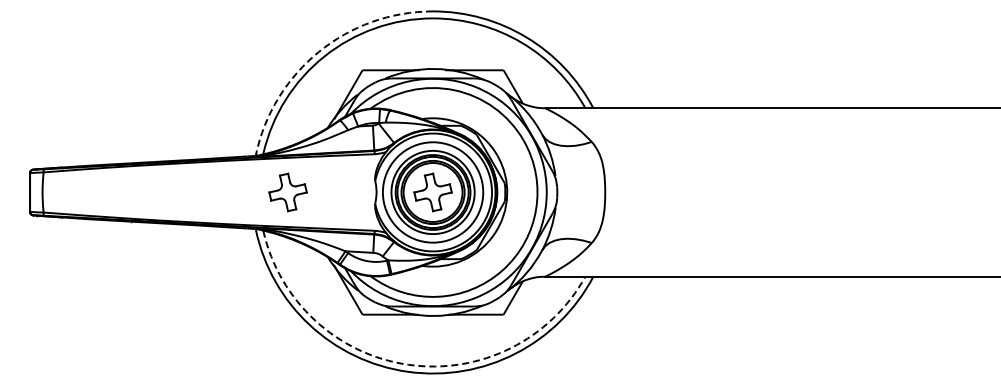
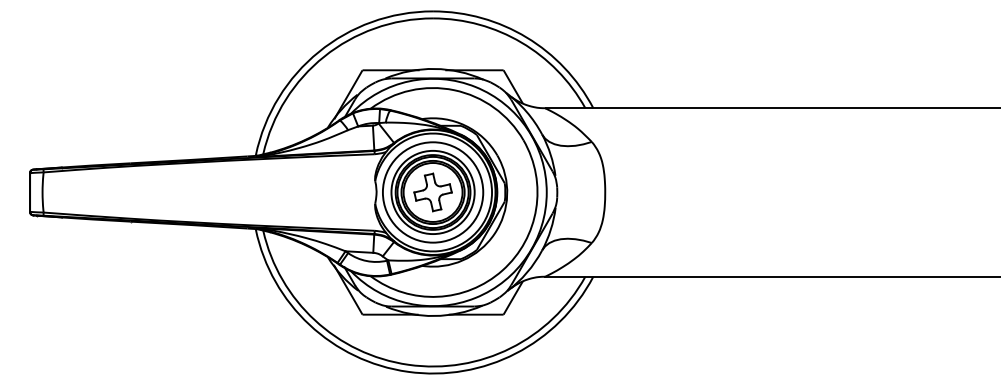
arc at (318, 51): dashed -> solid
part at (287, 192): present -> none
arc at (408, 364): dashed -> solid
